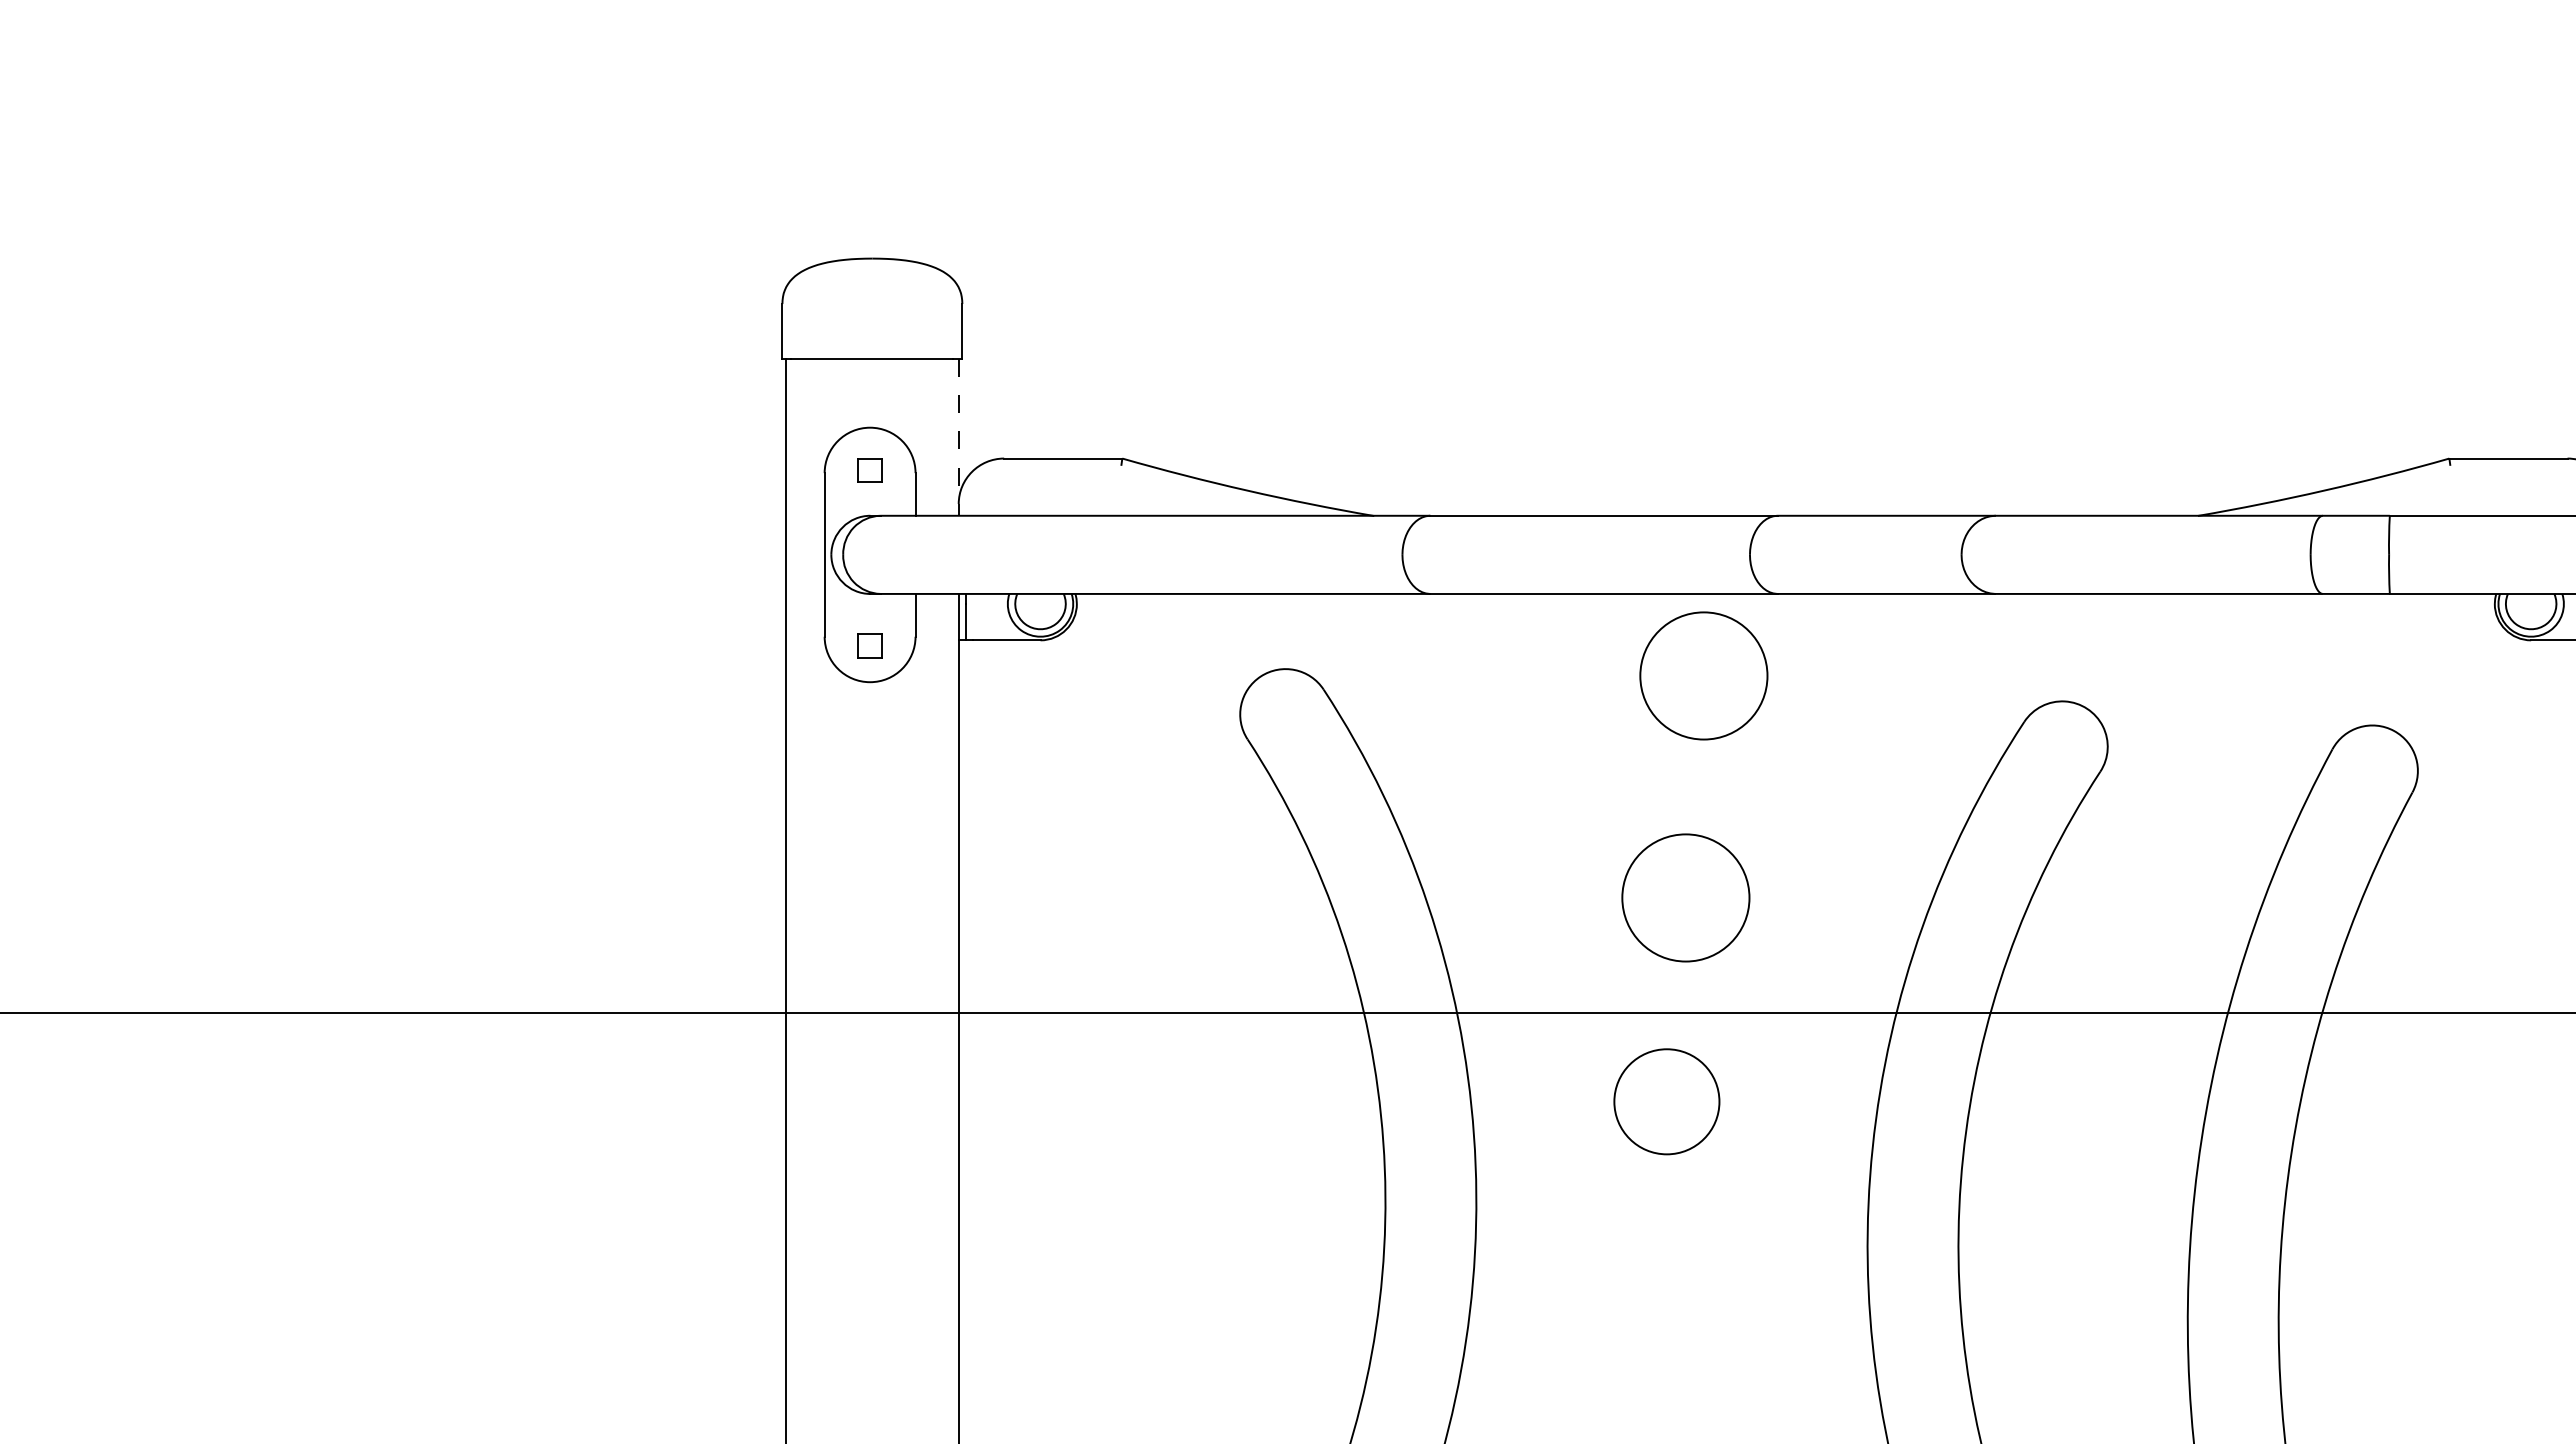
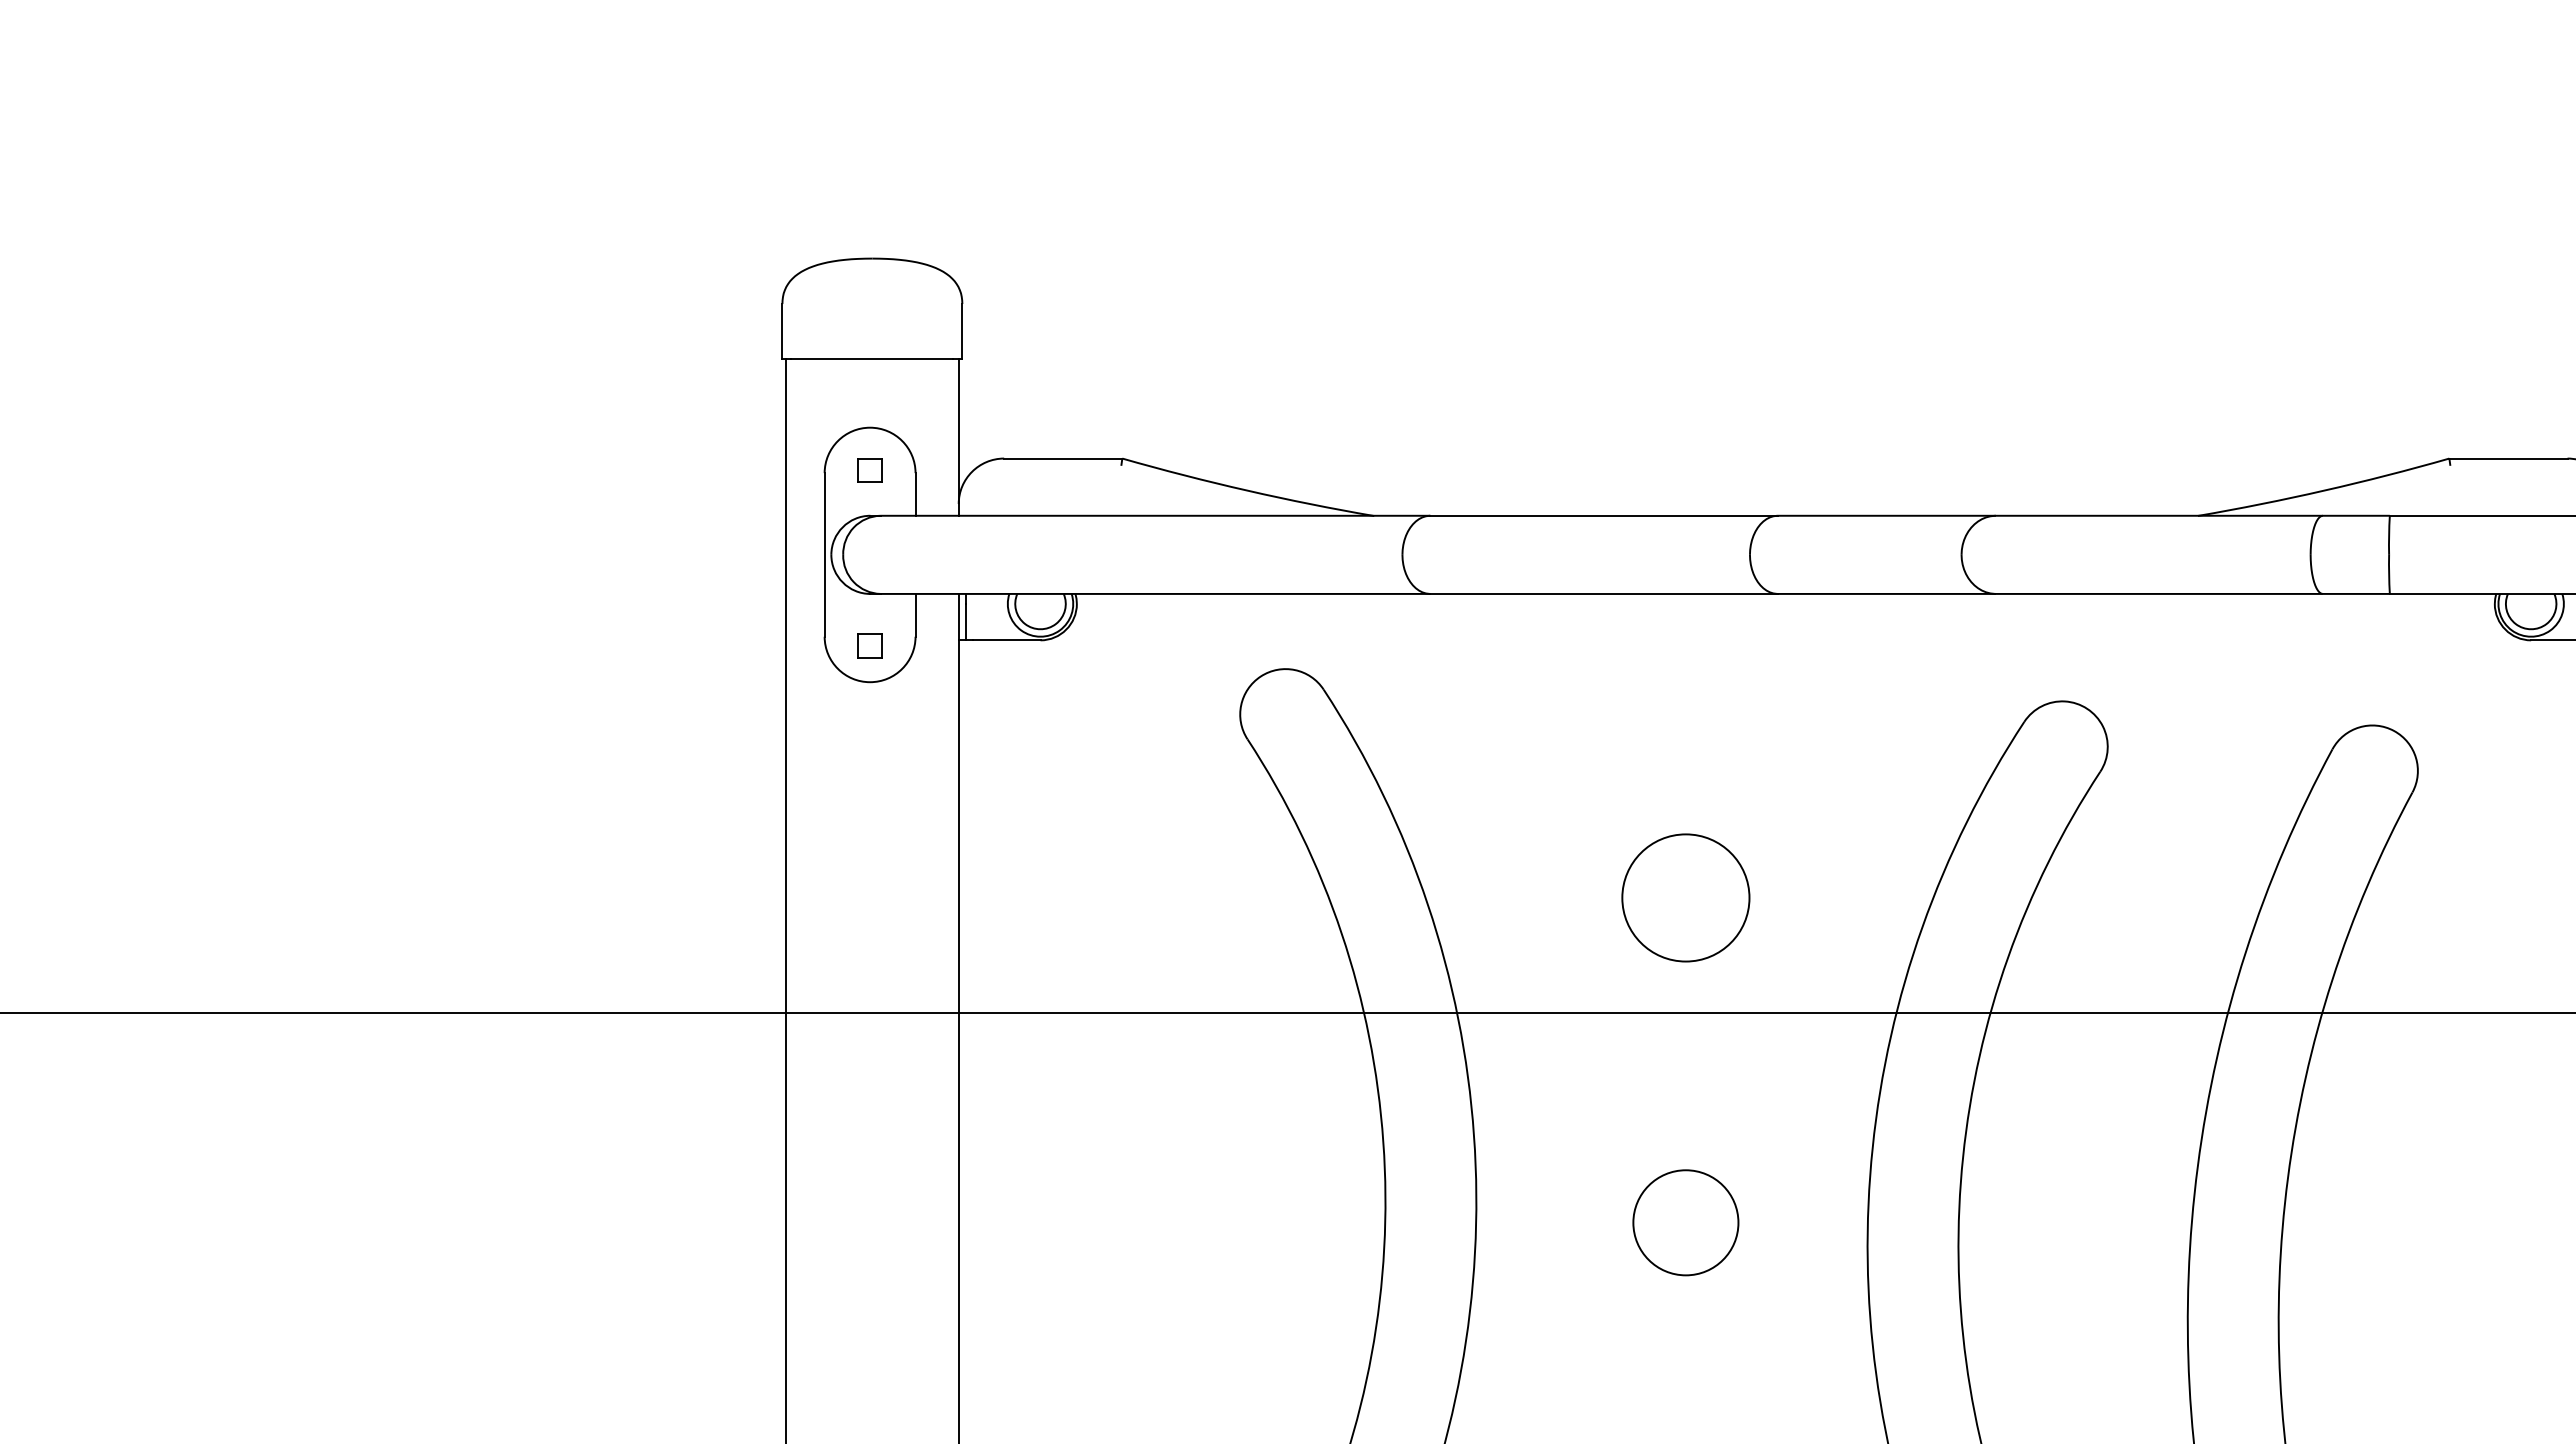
line at (958, 437): dashed -> solid
circle at (1703, 675): present -> none
circle at (1666, 1101) position: (1666, 1101) -> (1685, 1222)
